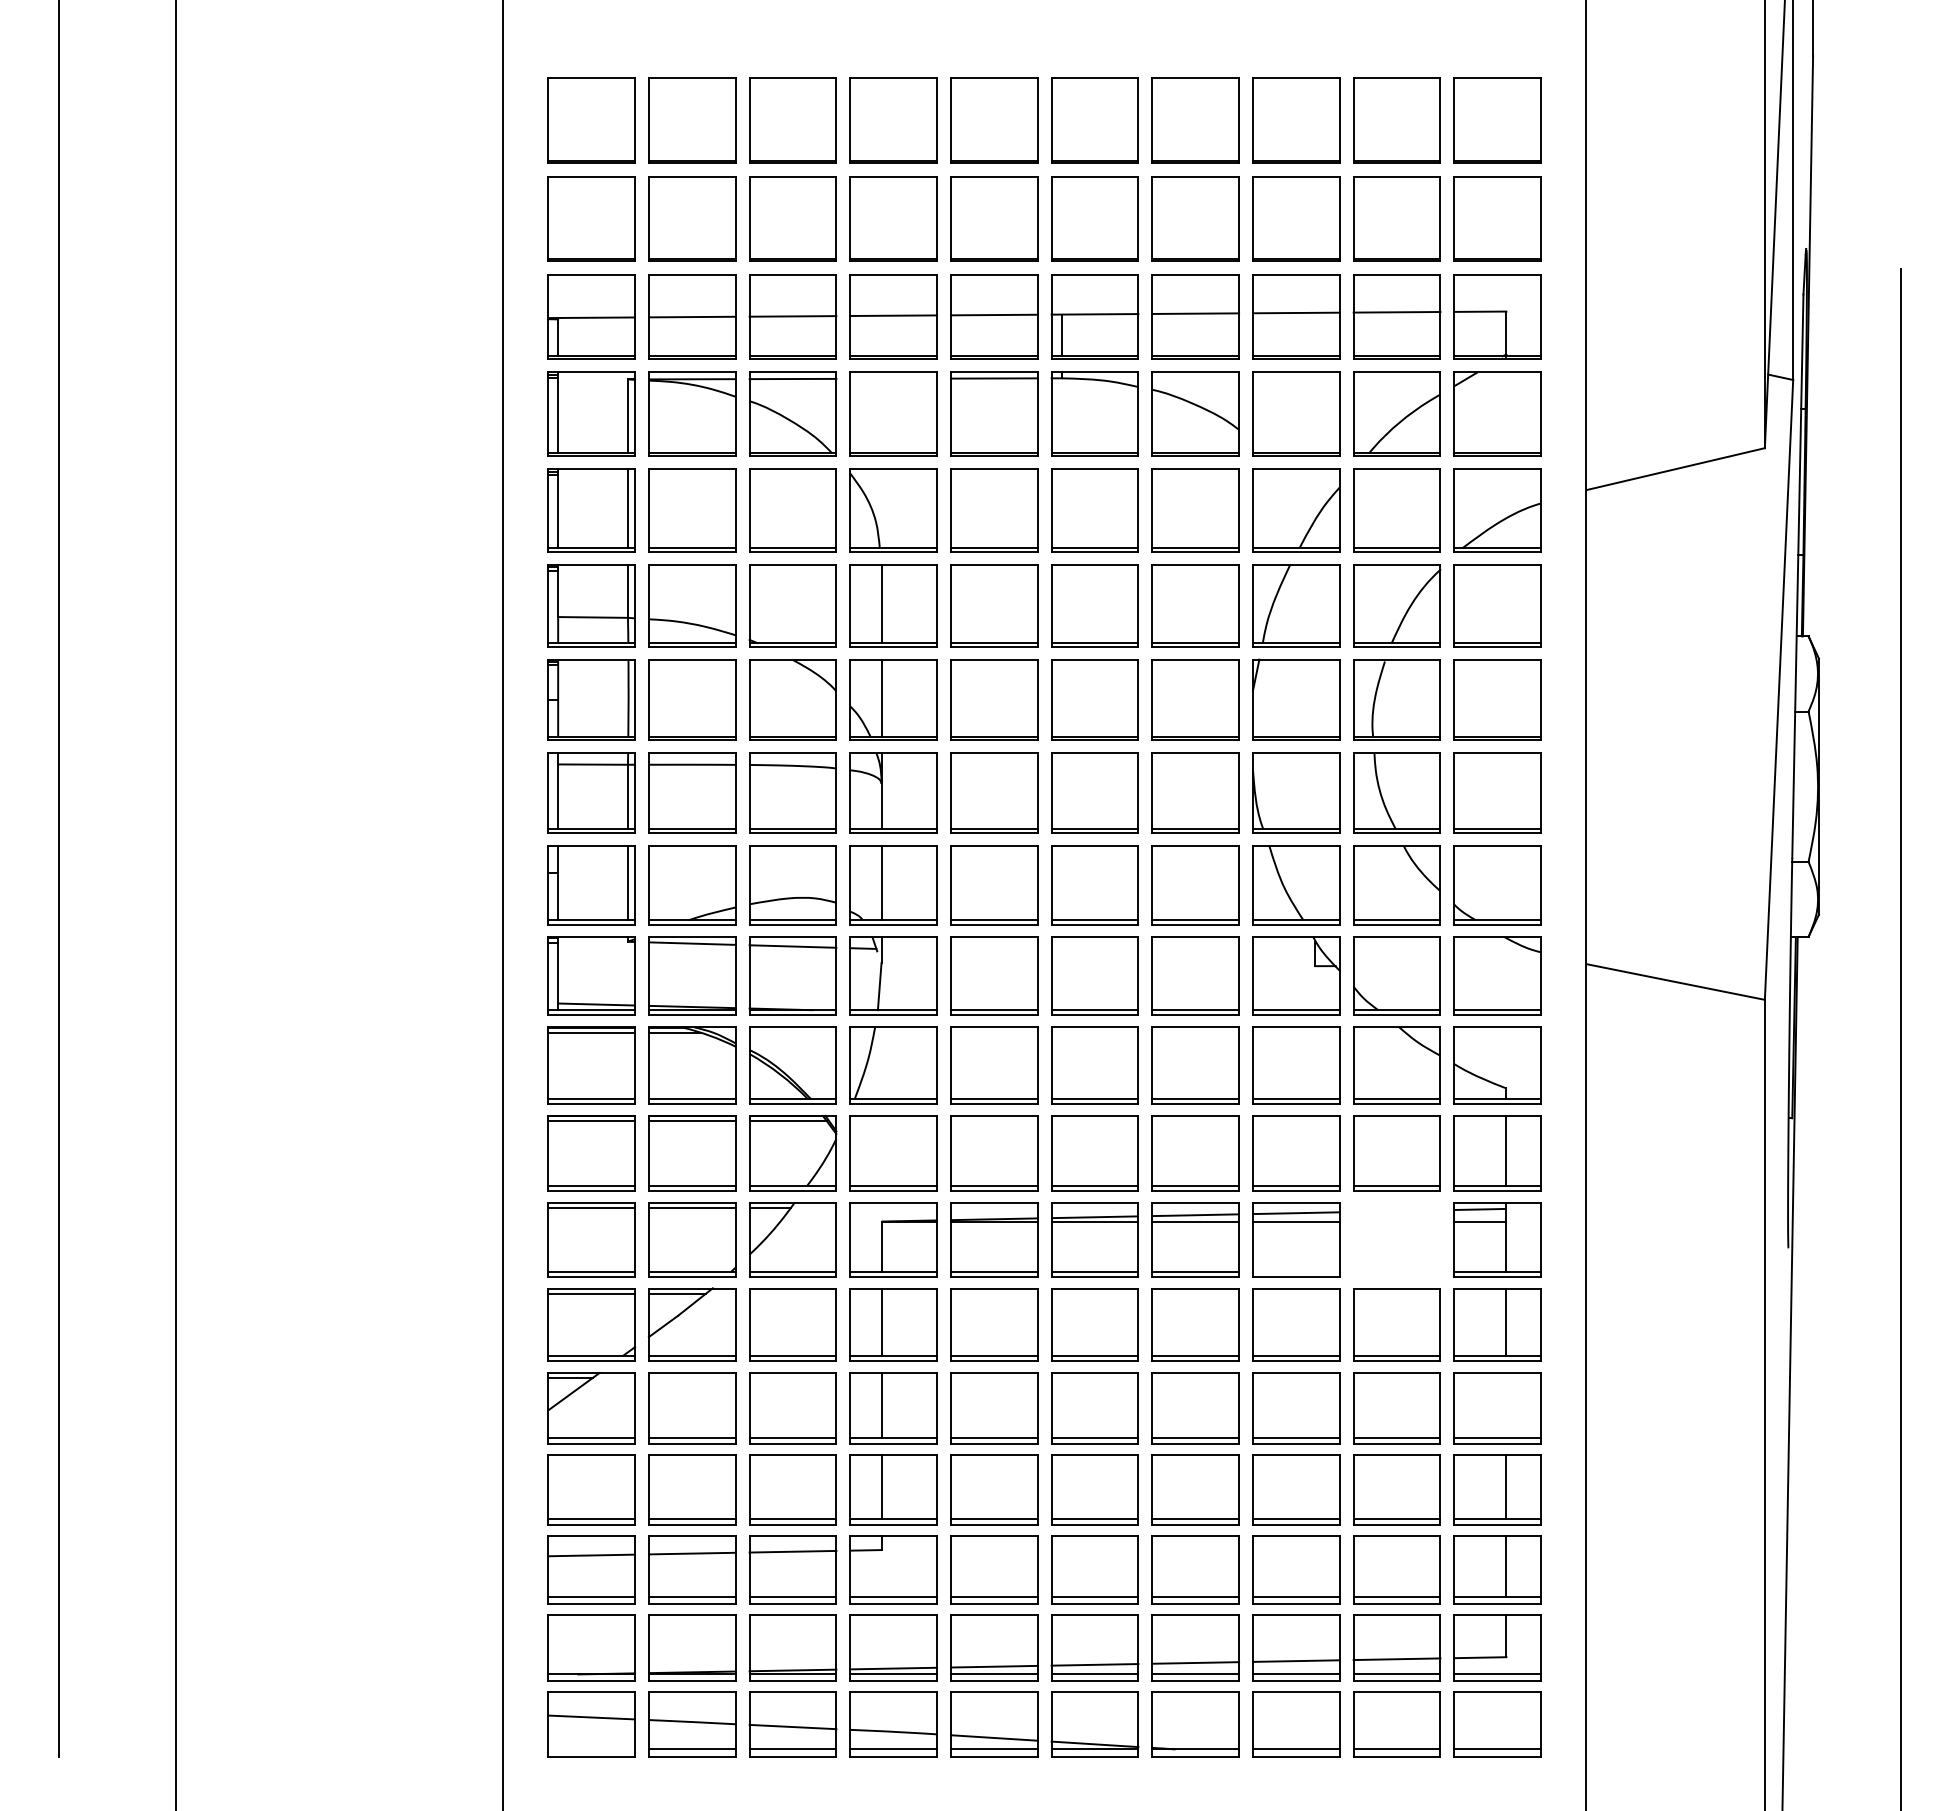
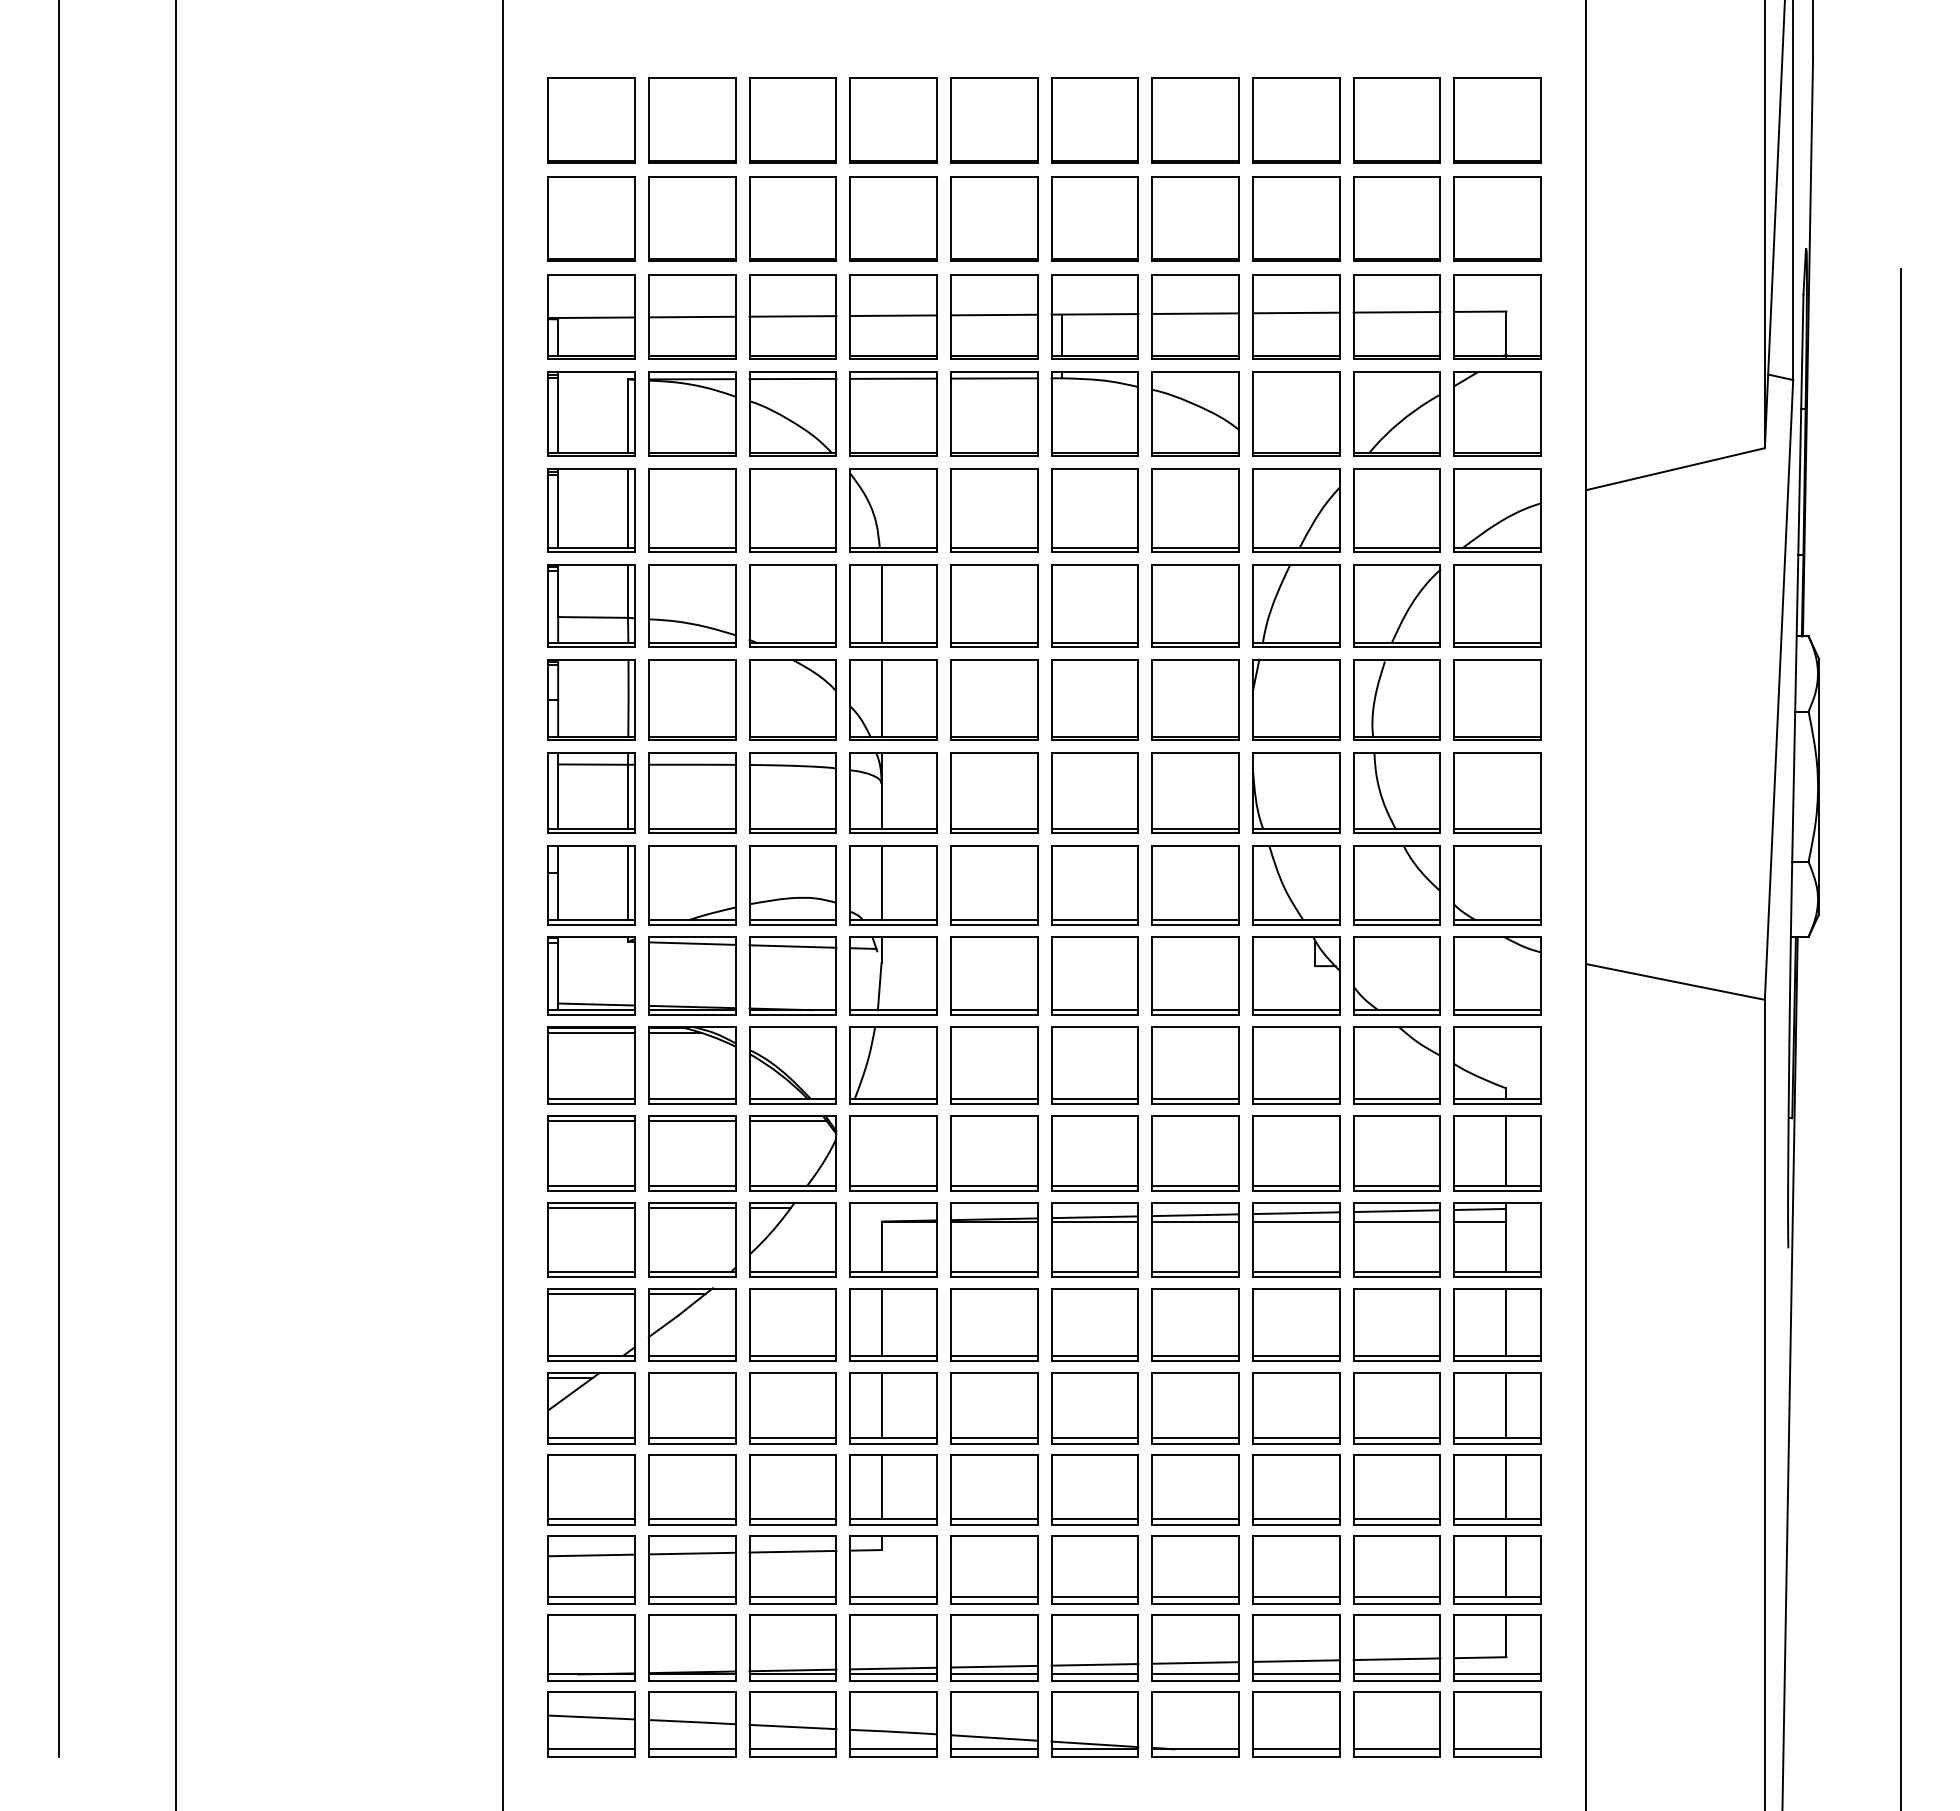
line at (893, 378): none -> present
part at (1396, 1239): none -> present
line at (1295, 1271): none -> present
line at (1506, 1404): none -> present
line at (591, 1749): none -> present
